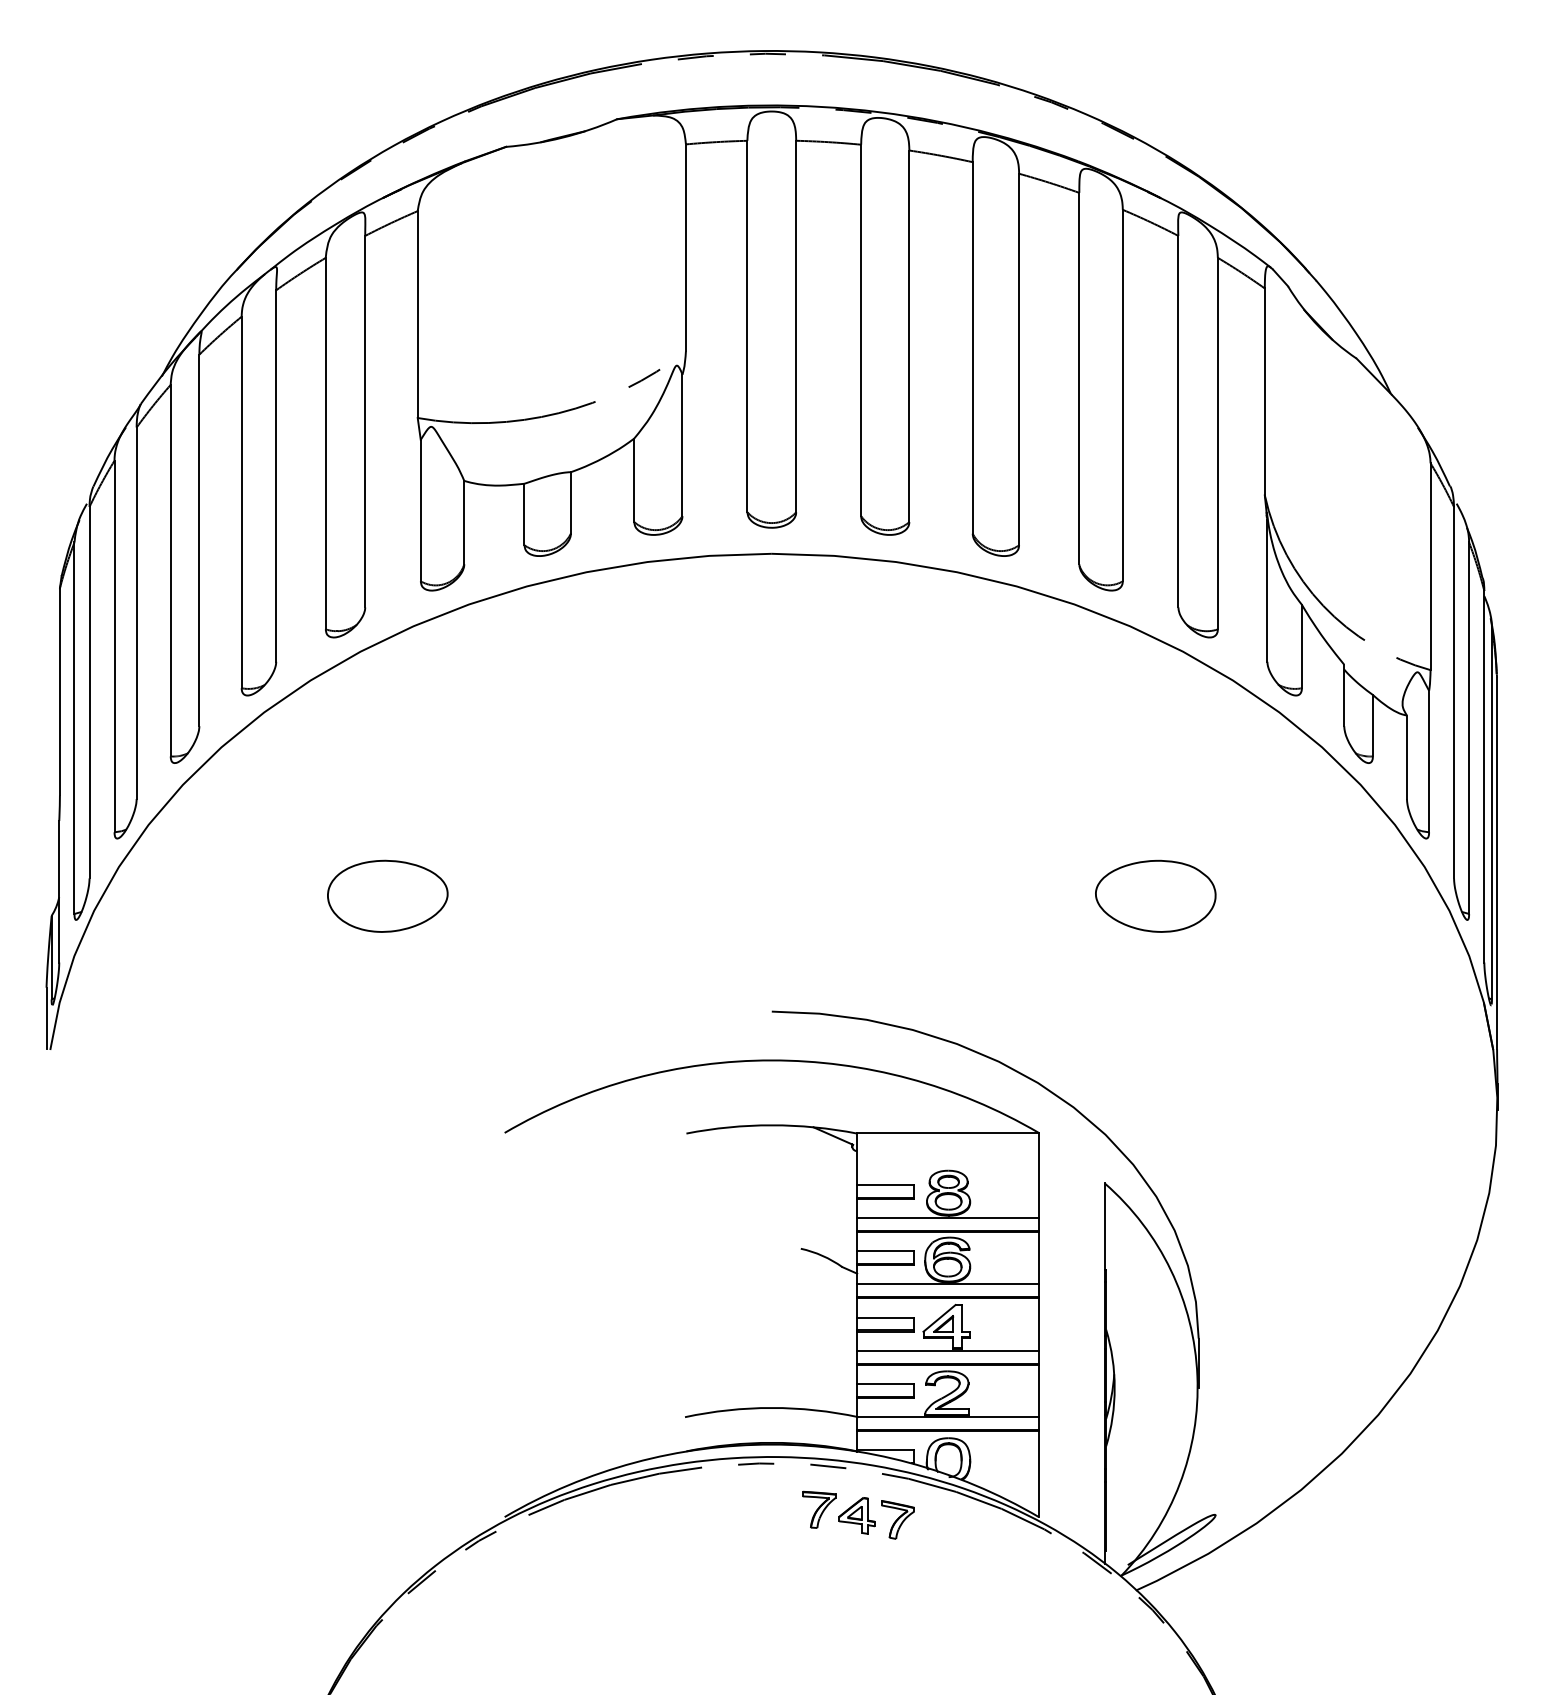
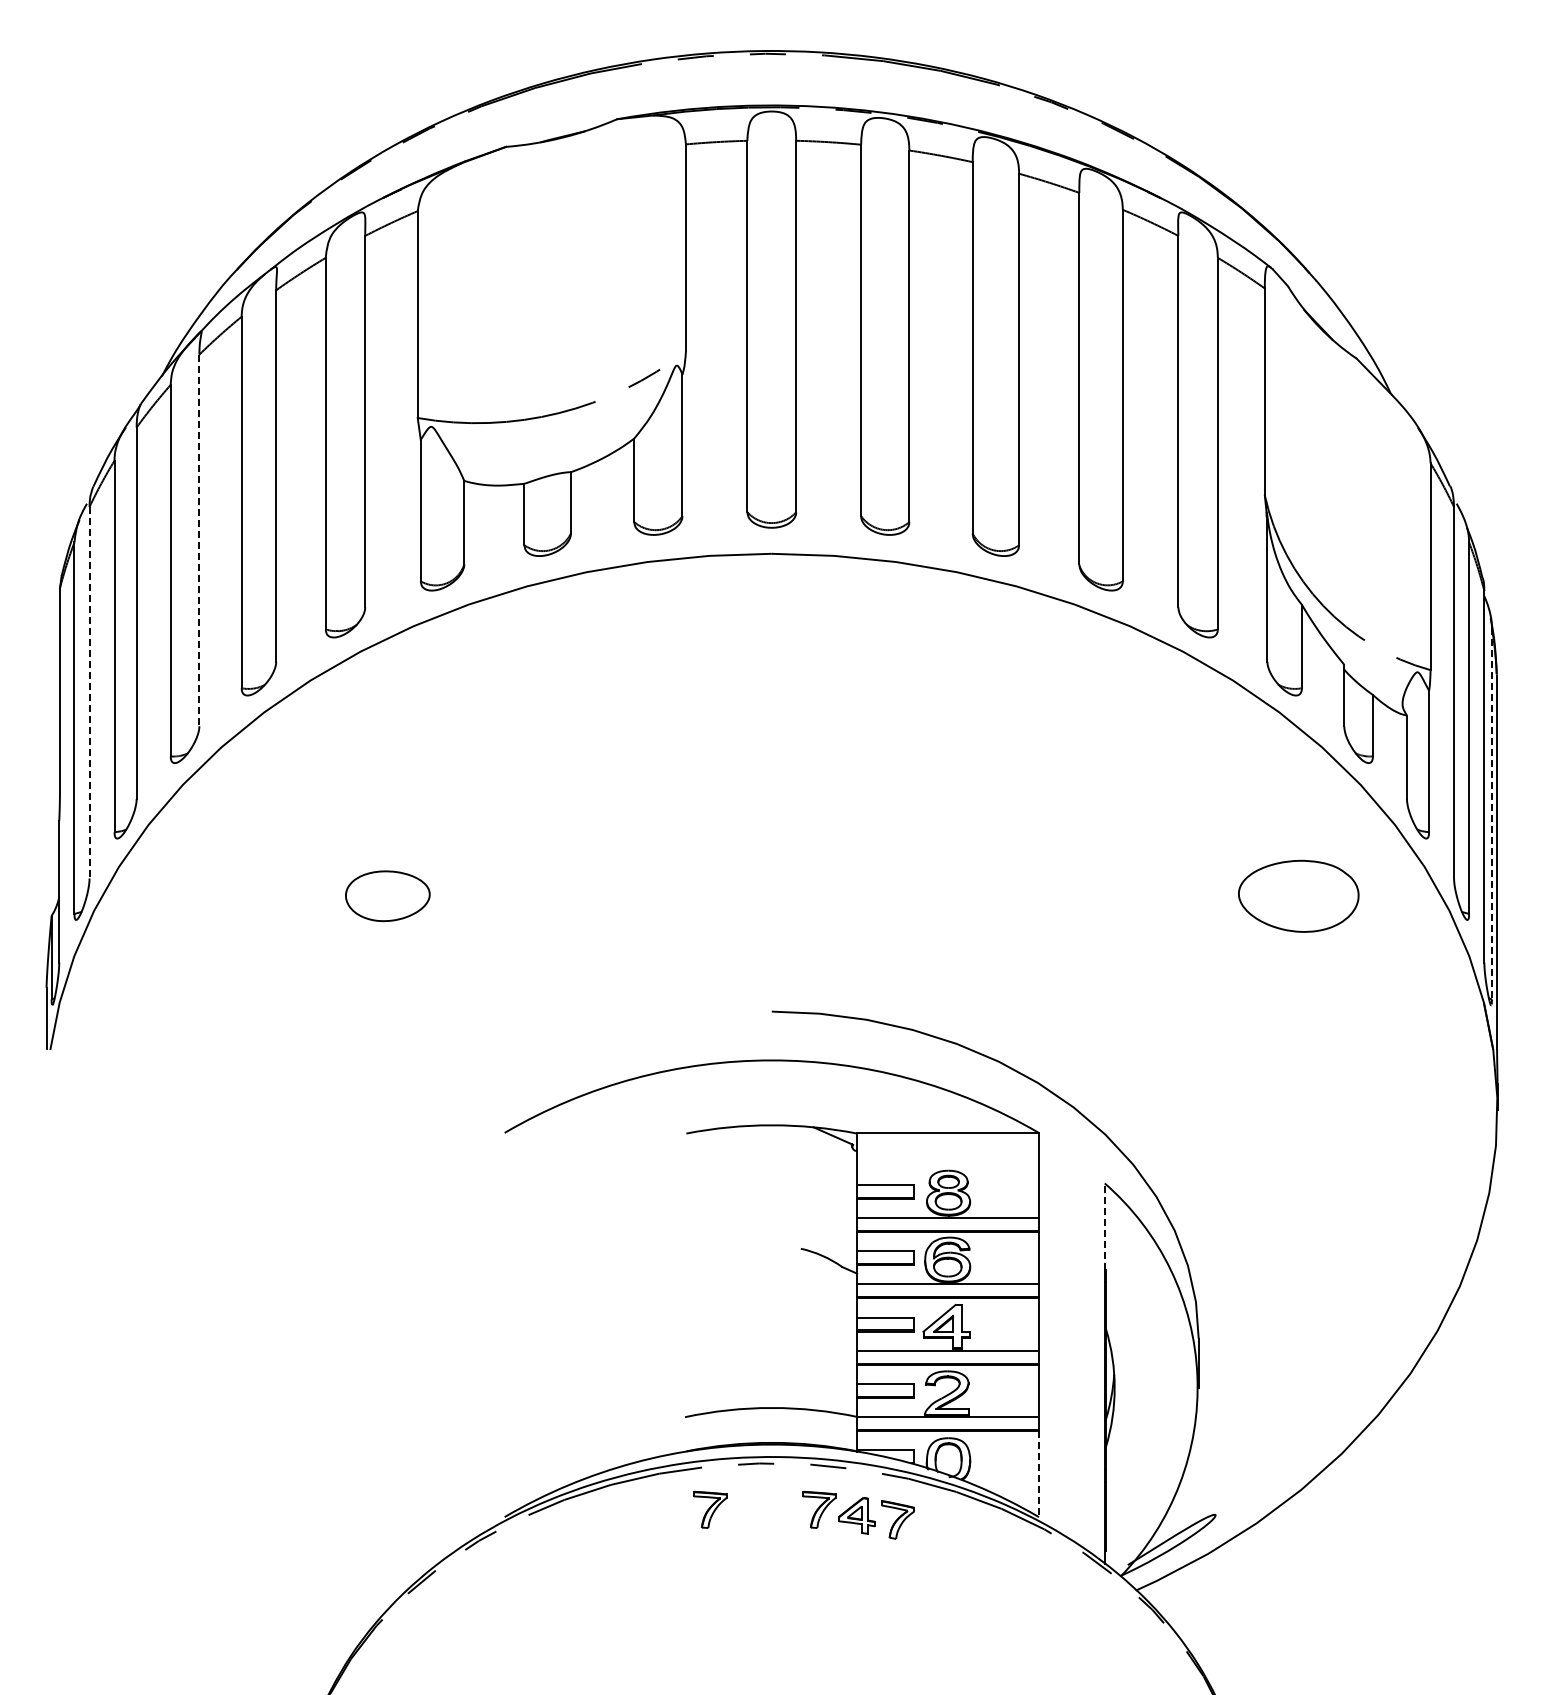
line at (199, 540): solid -> dashed
line at (89, 692): solid -> dashed
line at (1491, 813): solid -> dashed
part at (387, 895) size: 122x74 px -> 86x53 px
part at (1155, 895) position: (1155, 895) -> (1298, 895)
line at (1104, 1226): solid -> dashed
line at (1038, 1474): solid -> dashed
part at (710, 1509): none -> present
